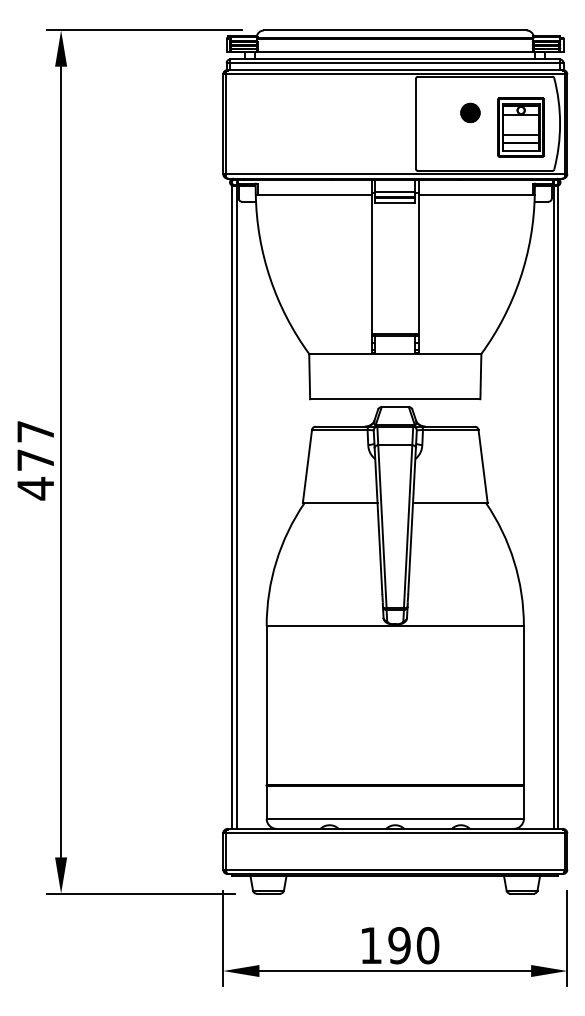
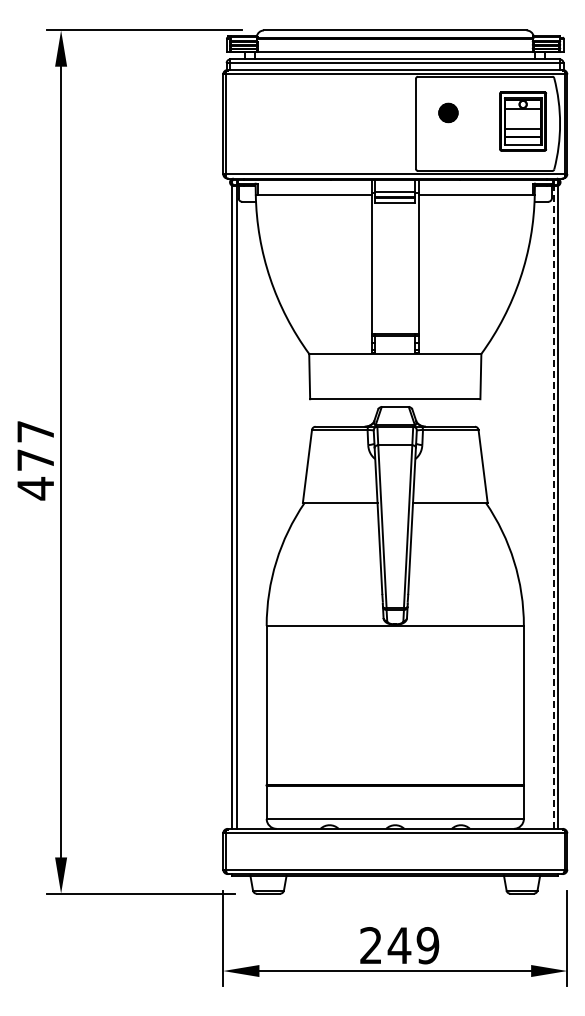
part at (470, 112) position: (470, 112) -> (448, 112)
part at (521, 127) position: (521, 127) -> (523, 121)
line at (553, 506): solid -> dashed
text at (399, 945): 190 -> 249
